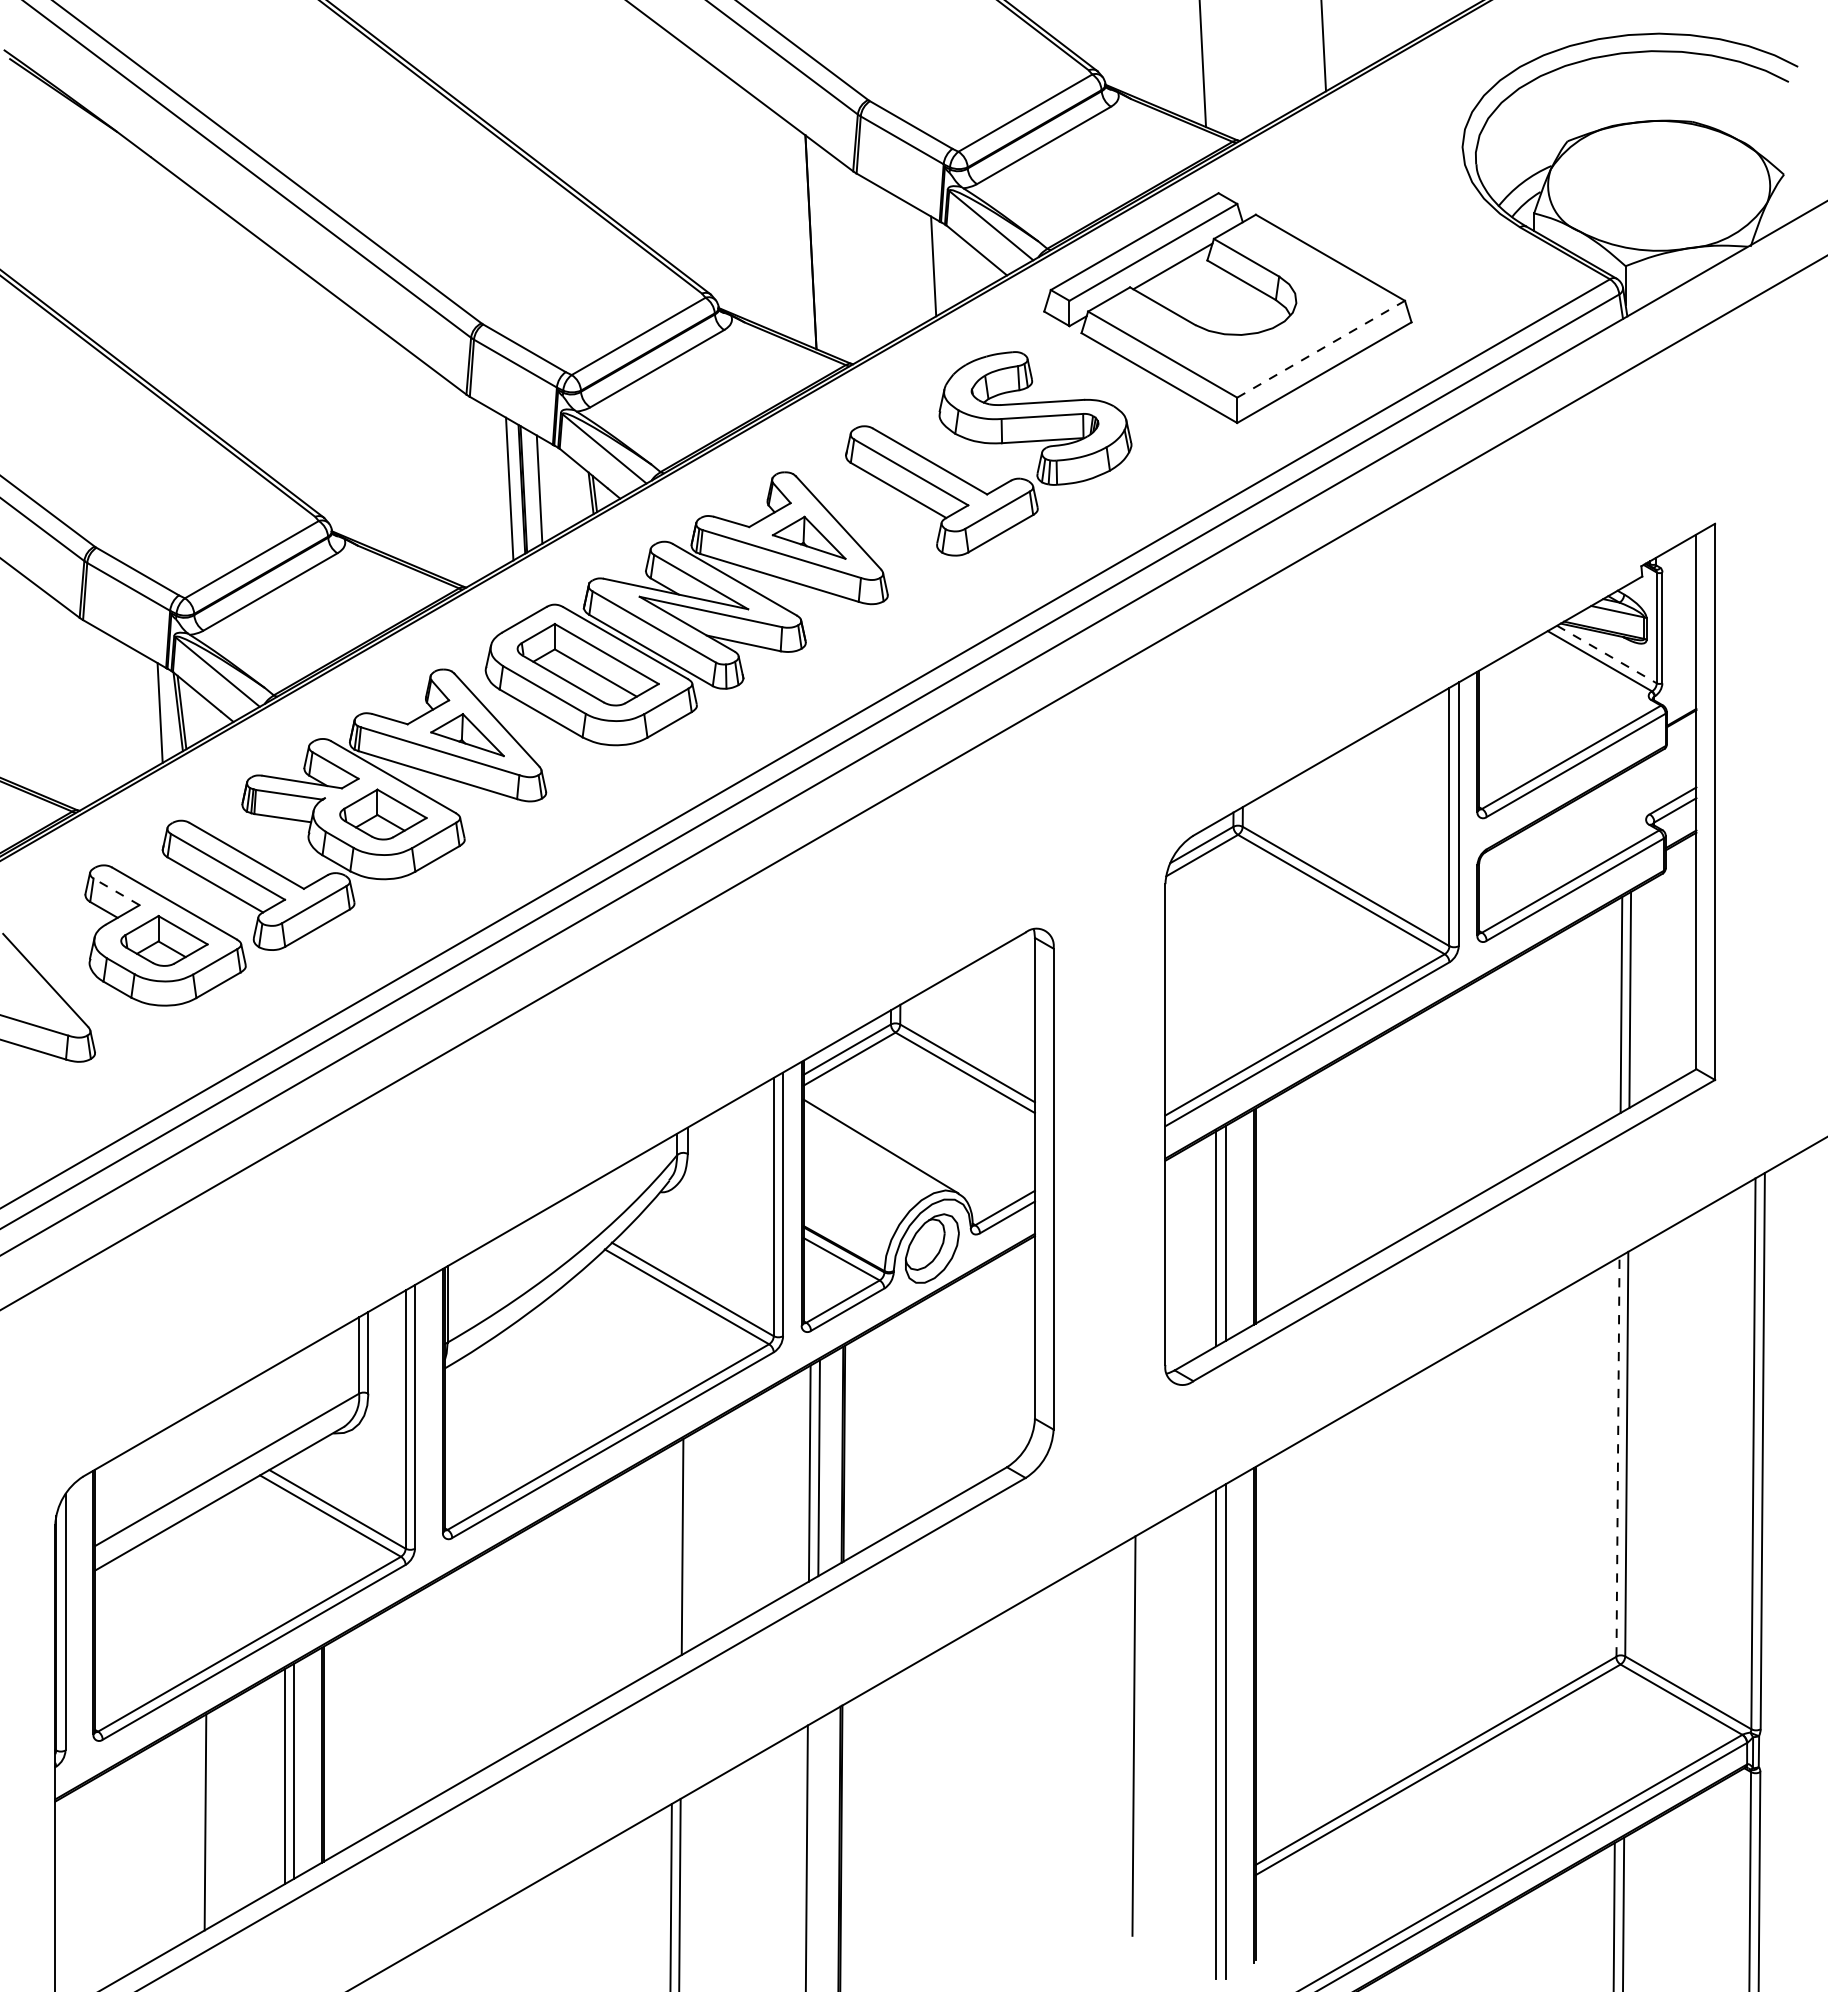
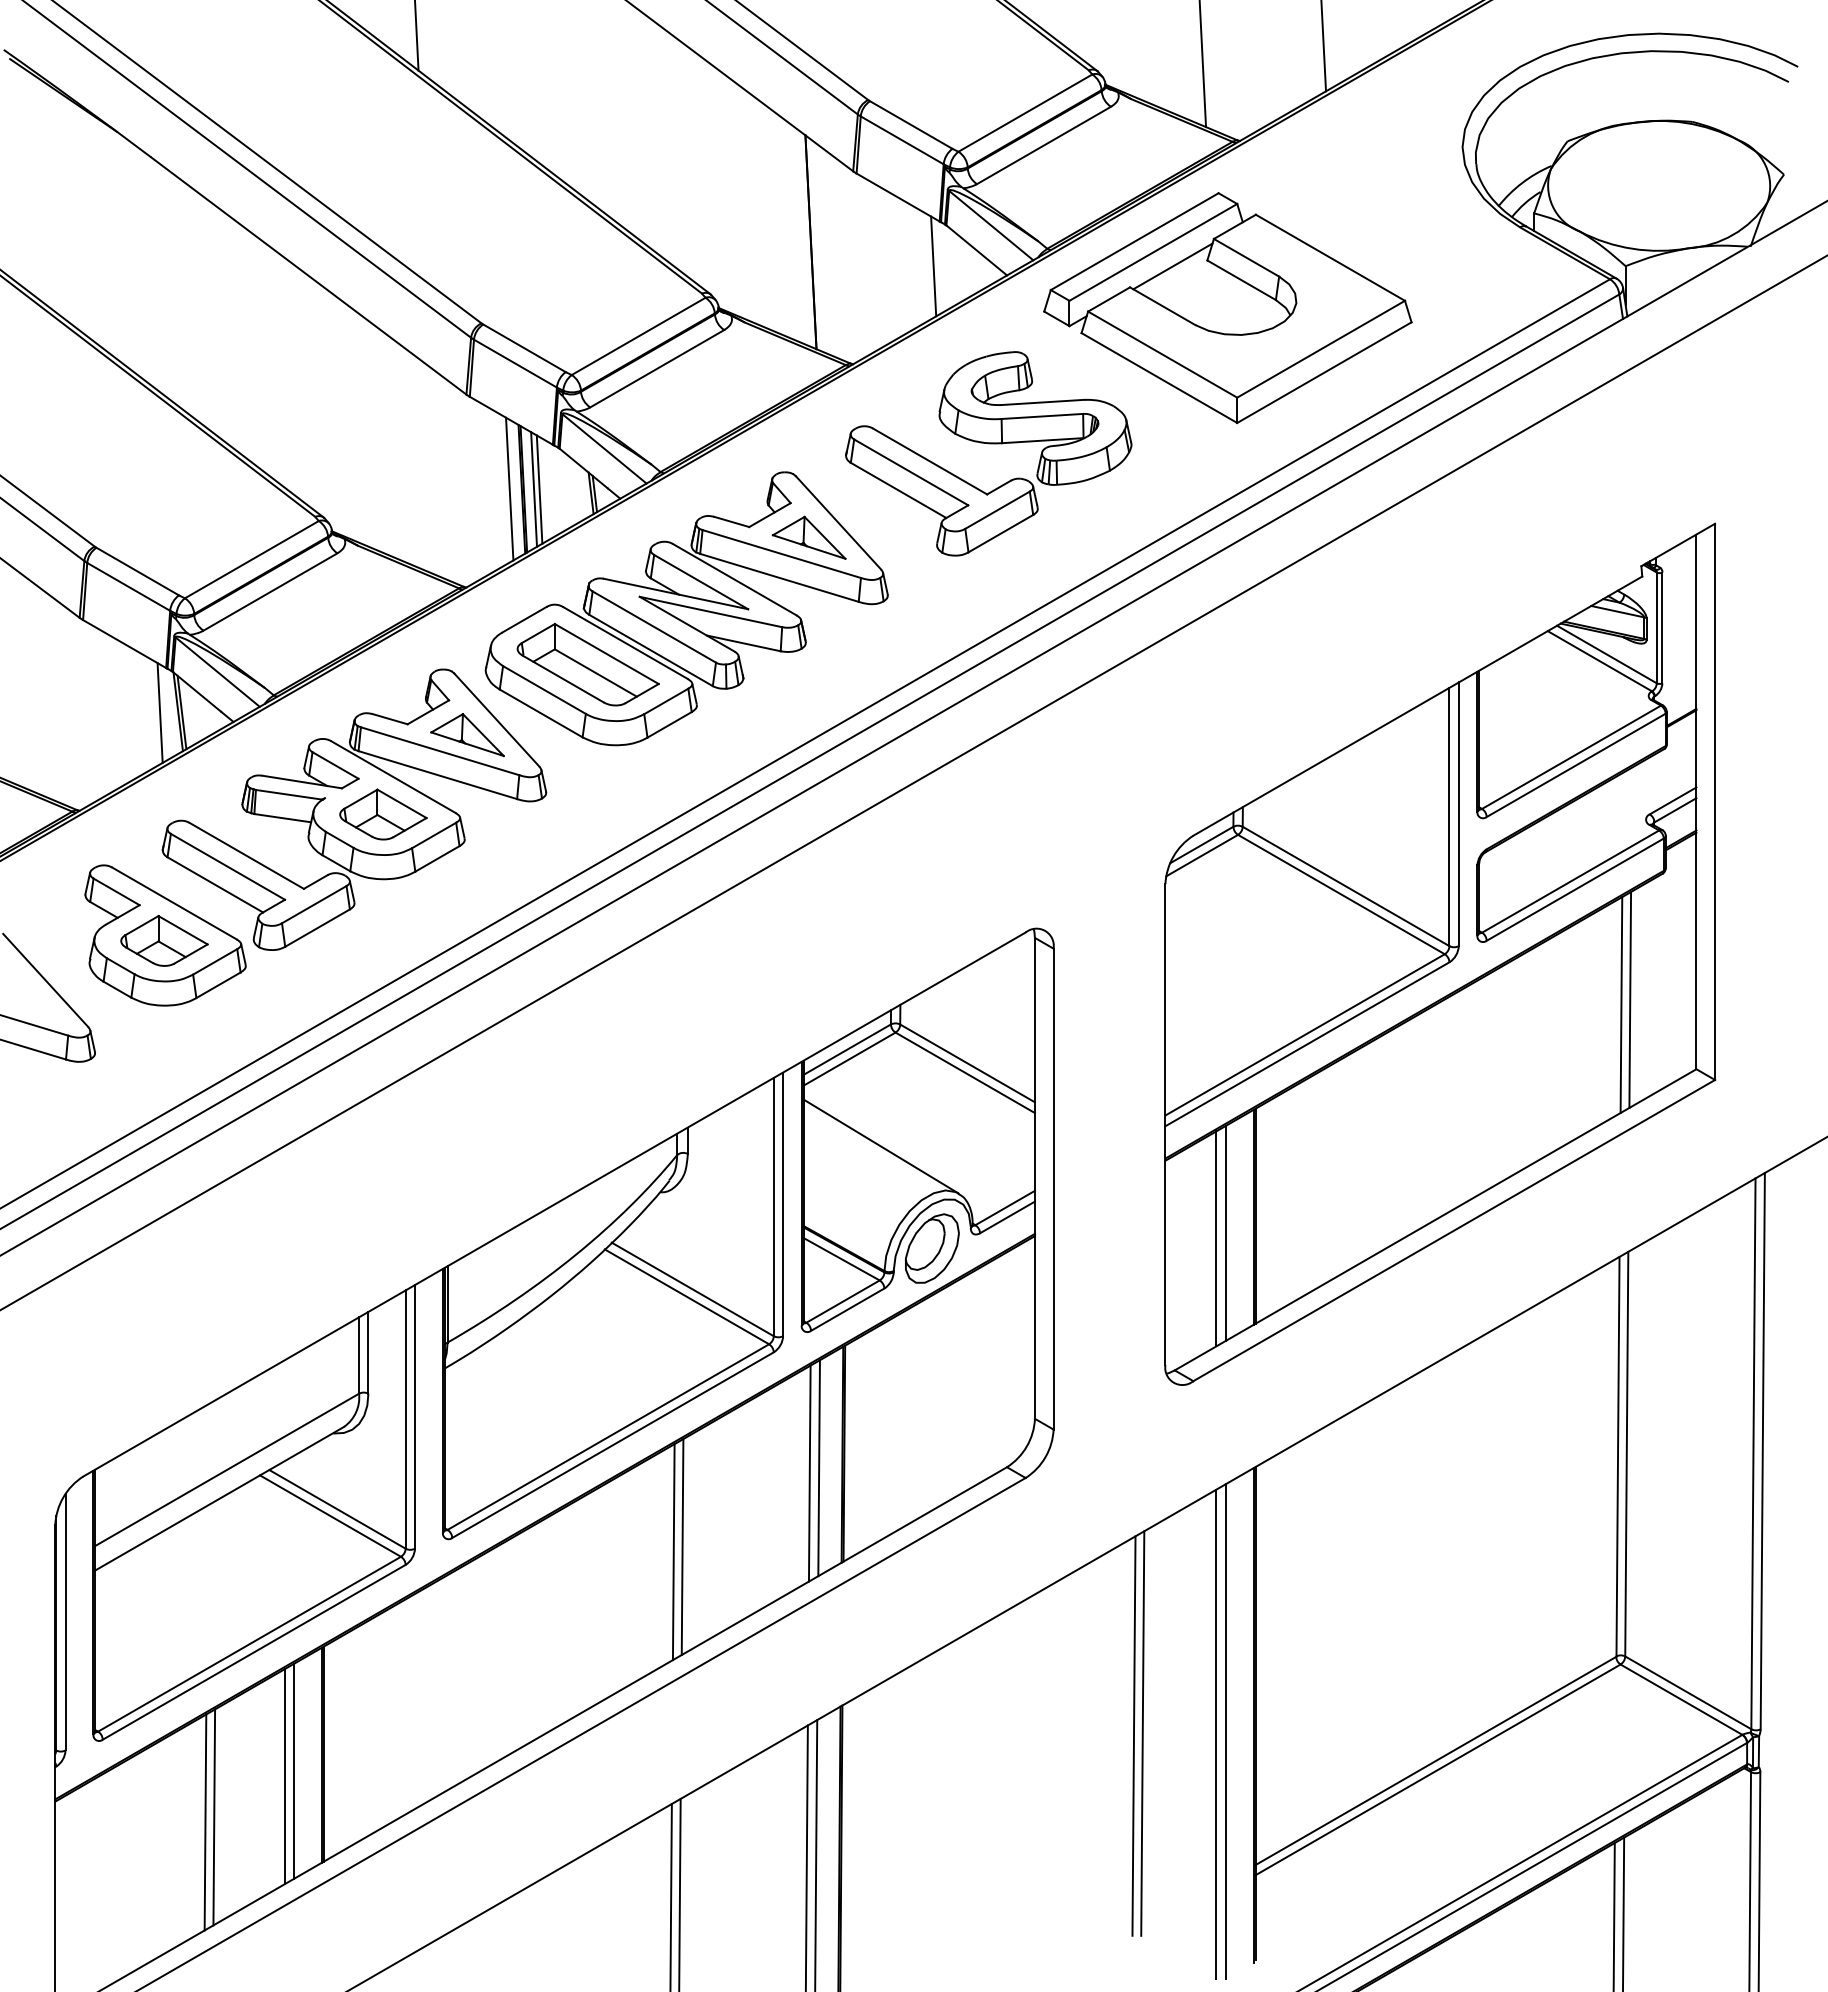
line at (416, 36): none -> present
line at (1321, 349): dashed -> solid
line at (534, 489): none -> present
line at (1606, 654): dashed -> solid
line at (116, 891): dashed -> solid
line at (1618, 1456): dashed -> solid
line at (673, 1552): none -> present
line at (1142, 1733): none -> present
line at (214, 1817): none -> present
line at (816, 1854): none -> present
